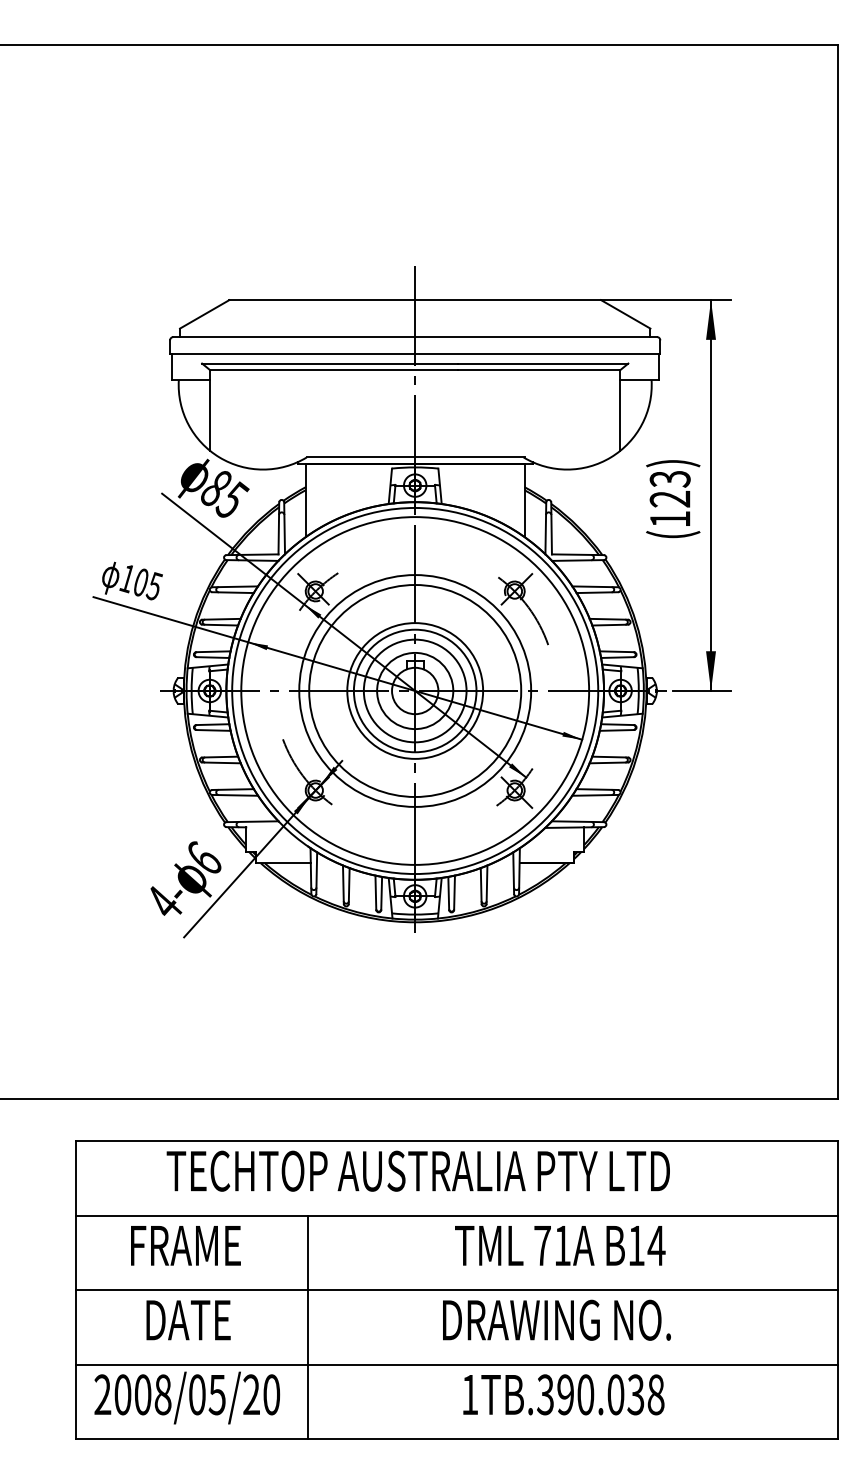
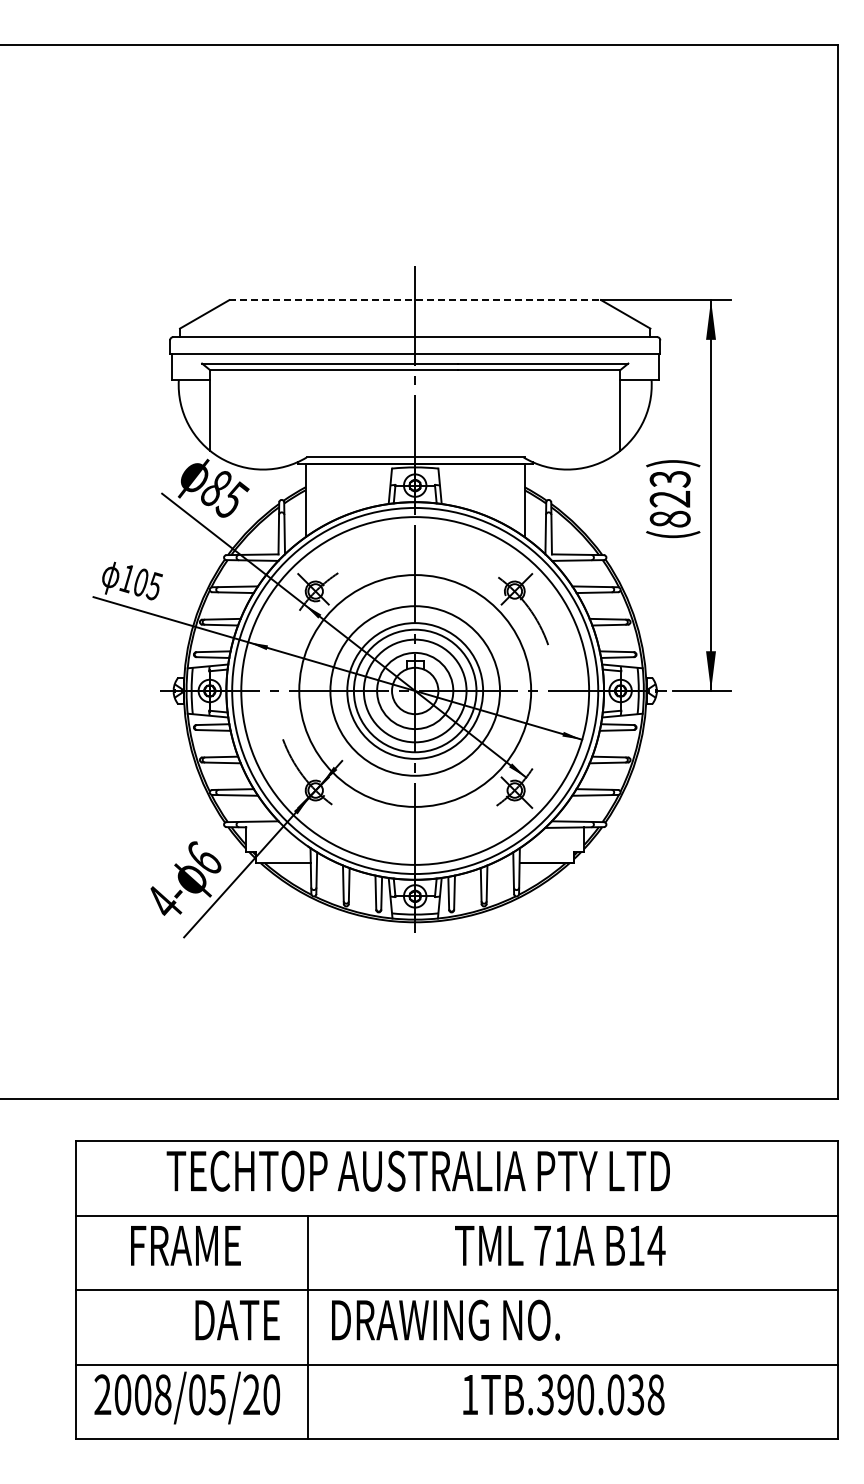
line at (415, 300): solid -> dashed
text at (669, 518): (123) -> (823)
circle at (415, 691) diameter: 212 px -> 170 px
text at (556, 1319) position: (556, 1319) -> (445, 1319)
text at (188, 1320) position: (188, 1320) -> (237, 1320)
